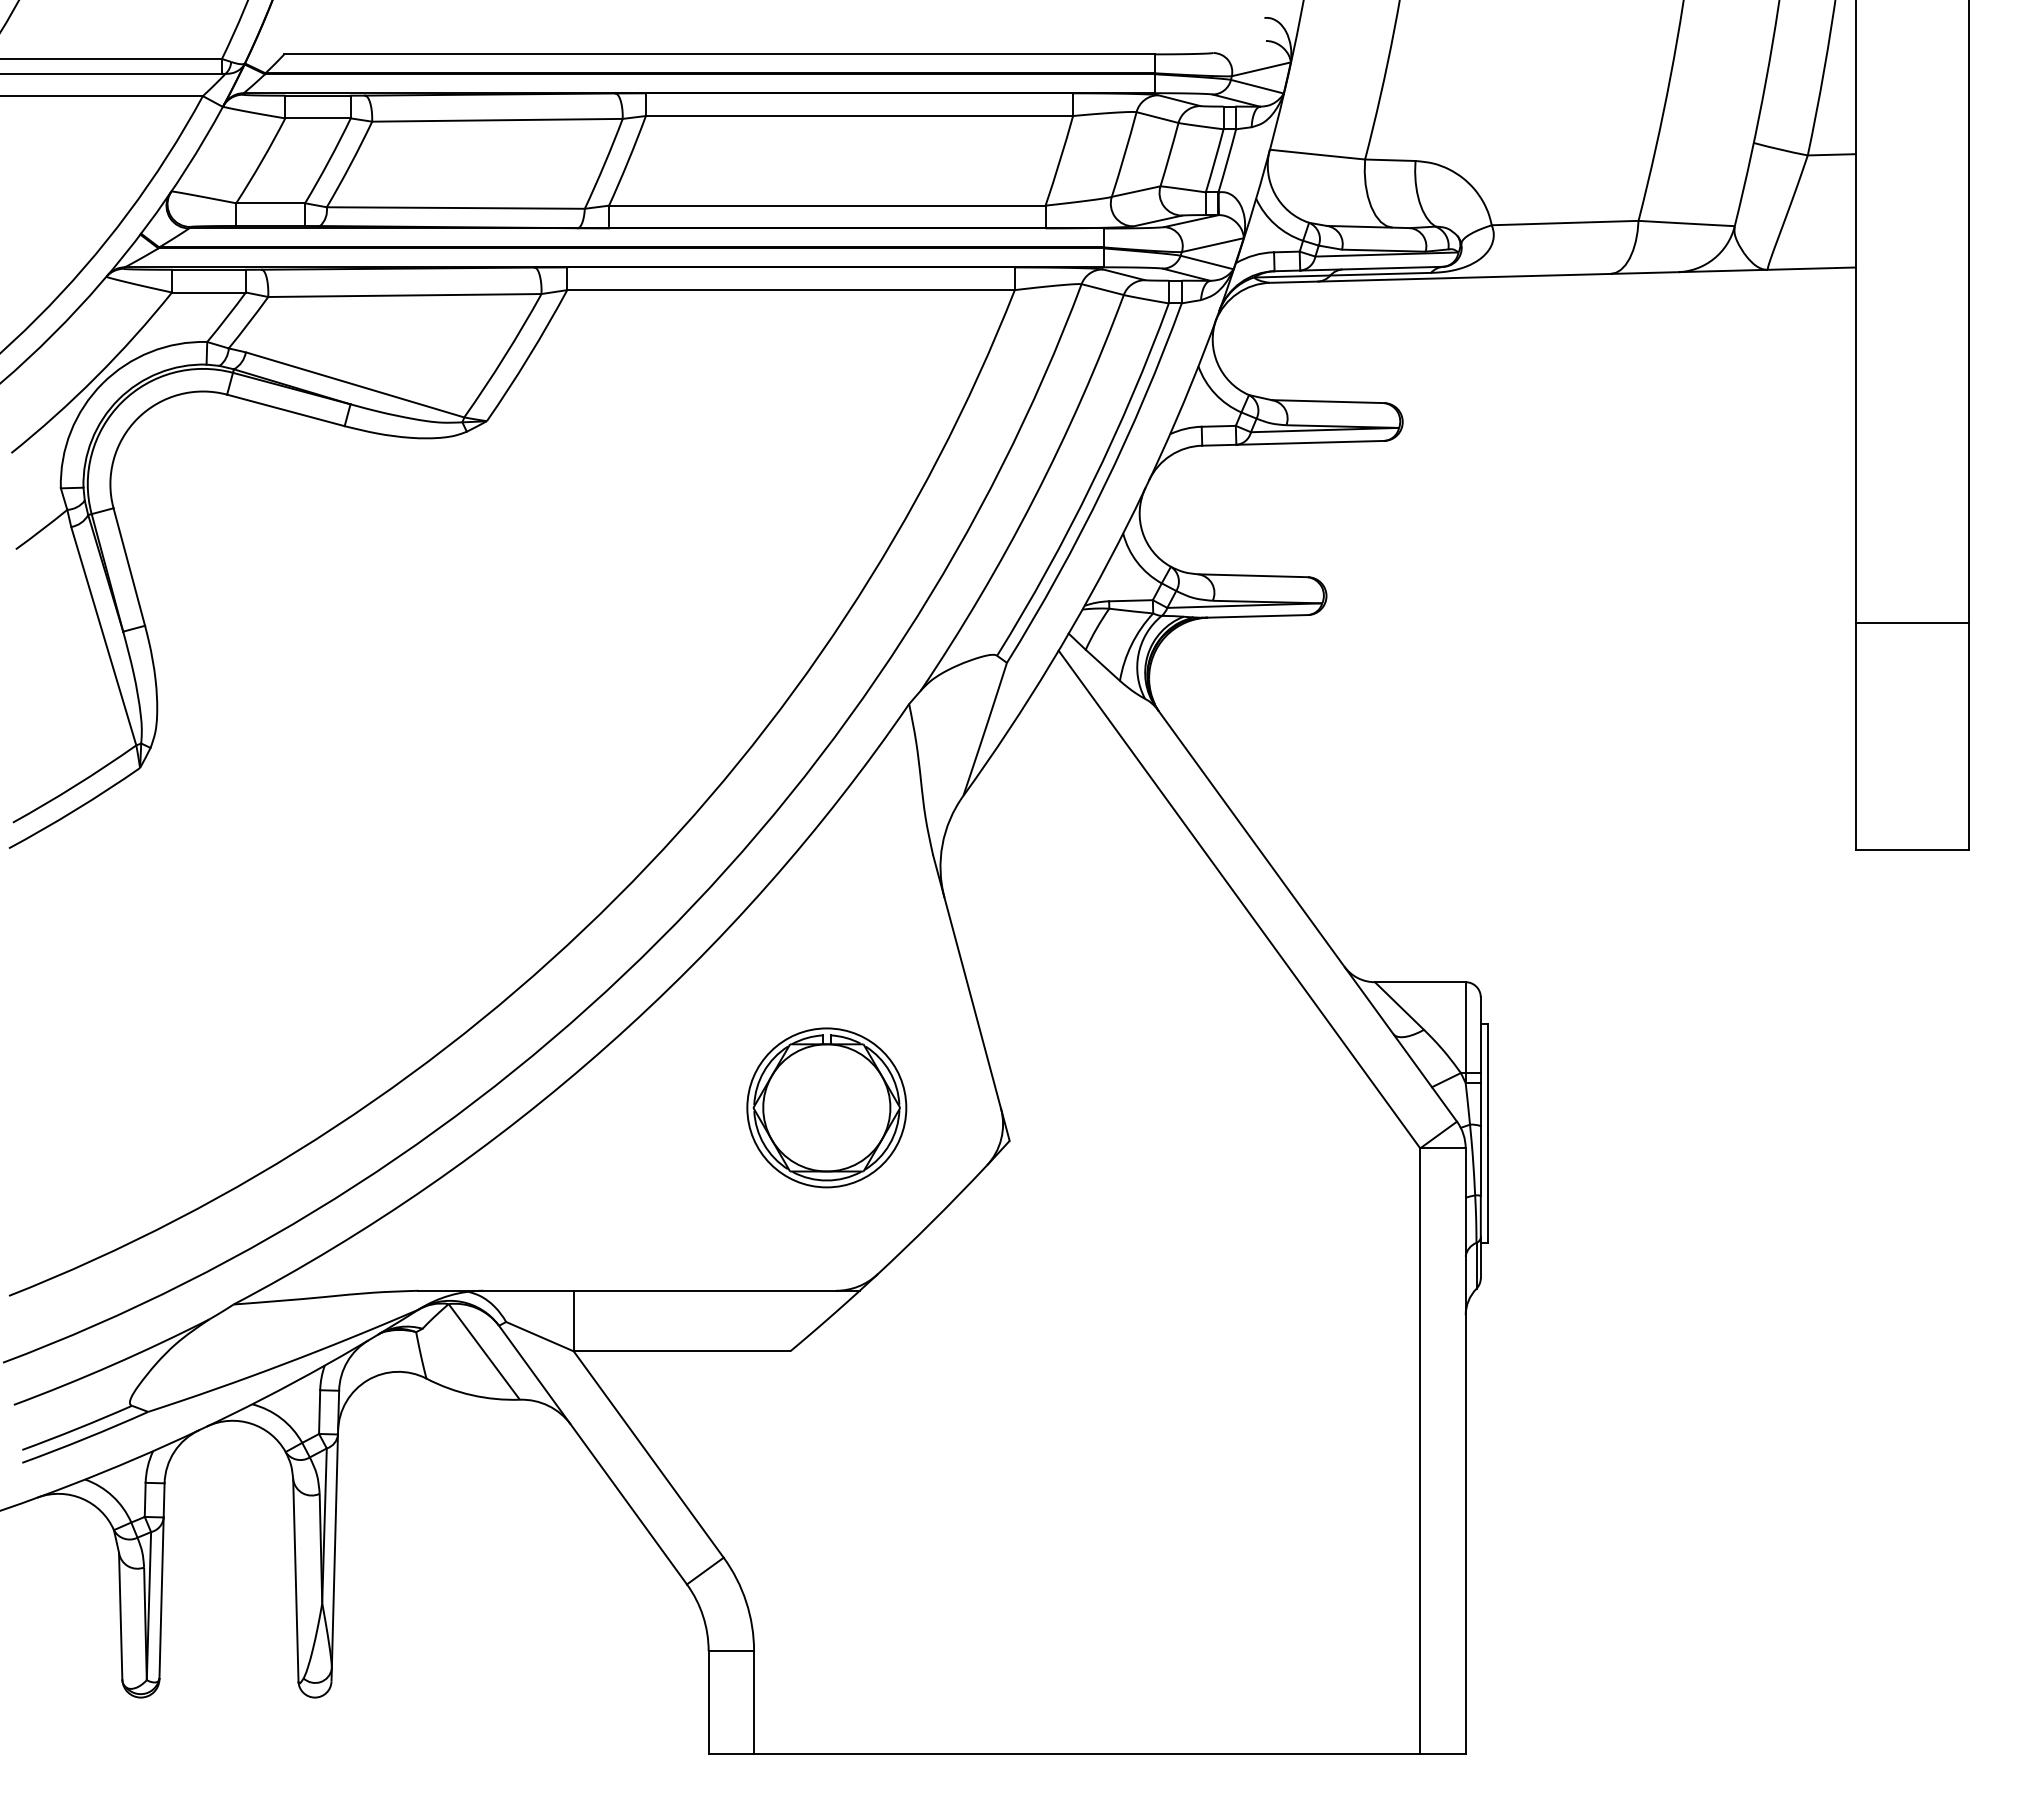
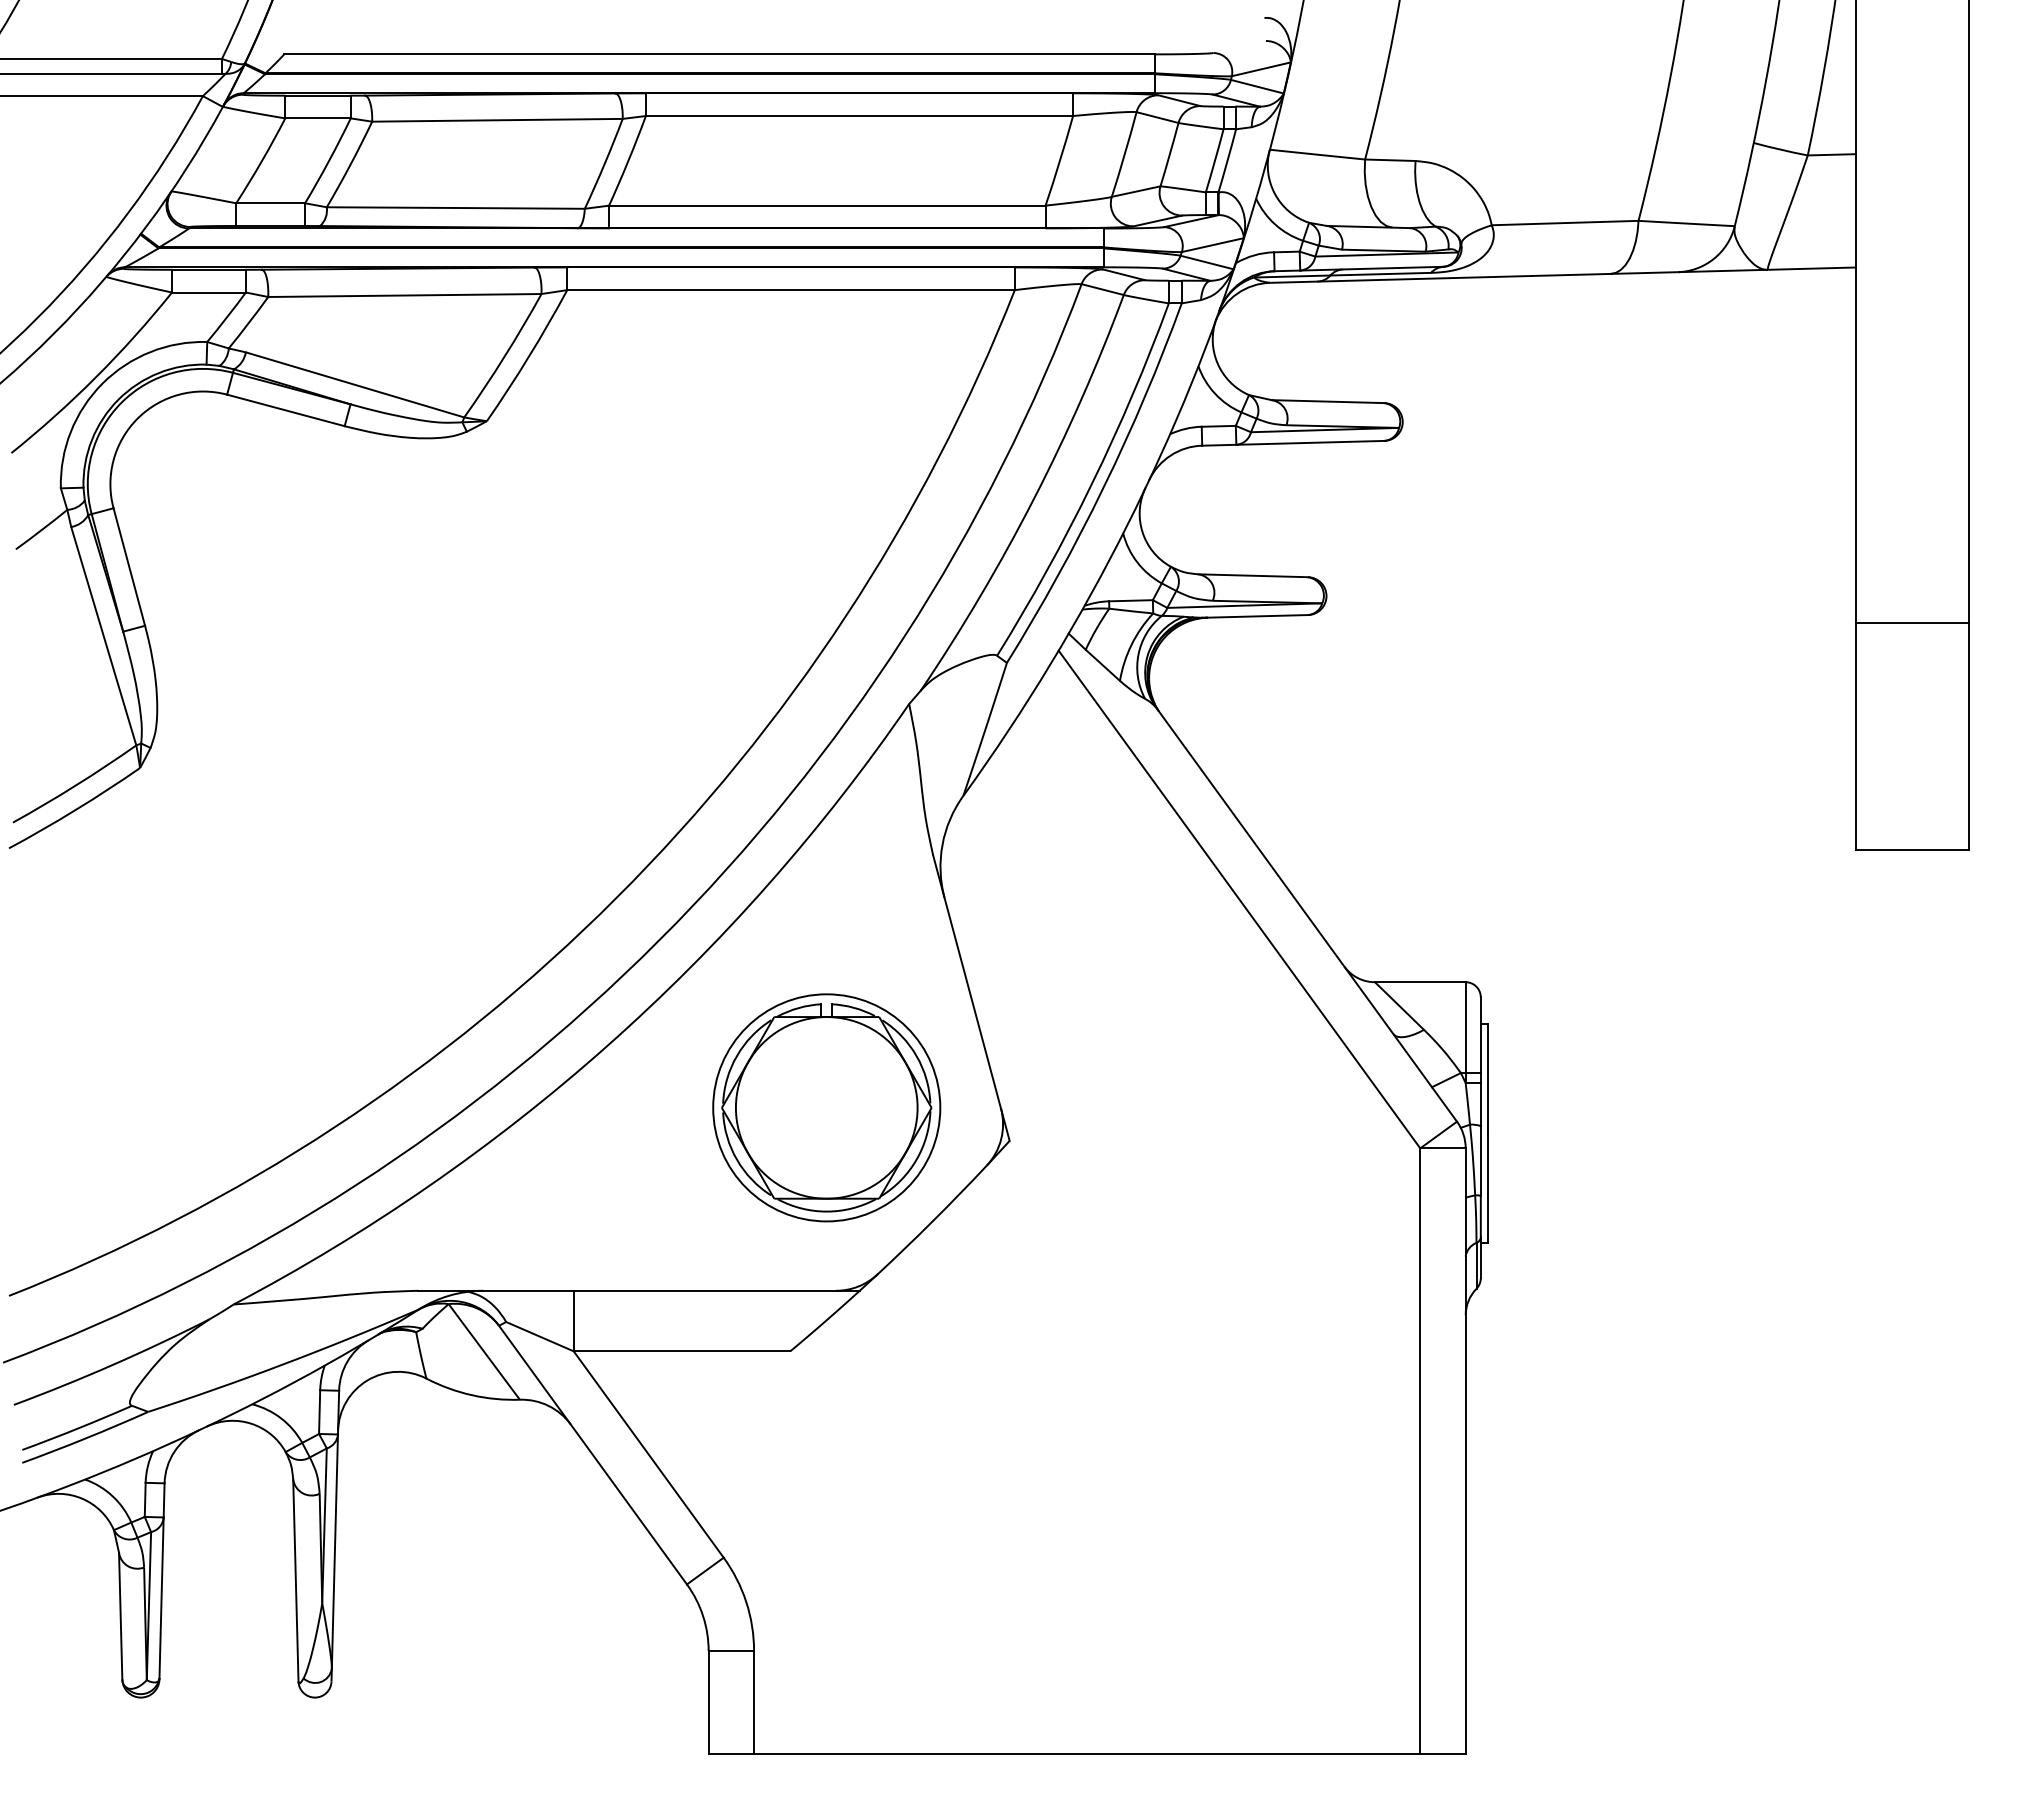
part at (826, 1107) size: 162x162 px -> 230x230 px
